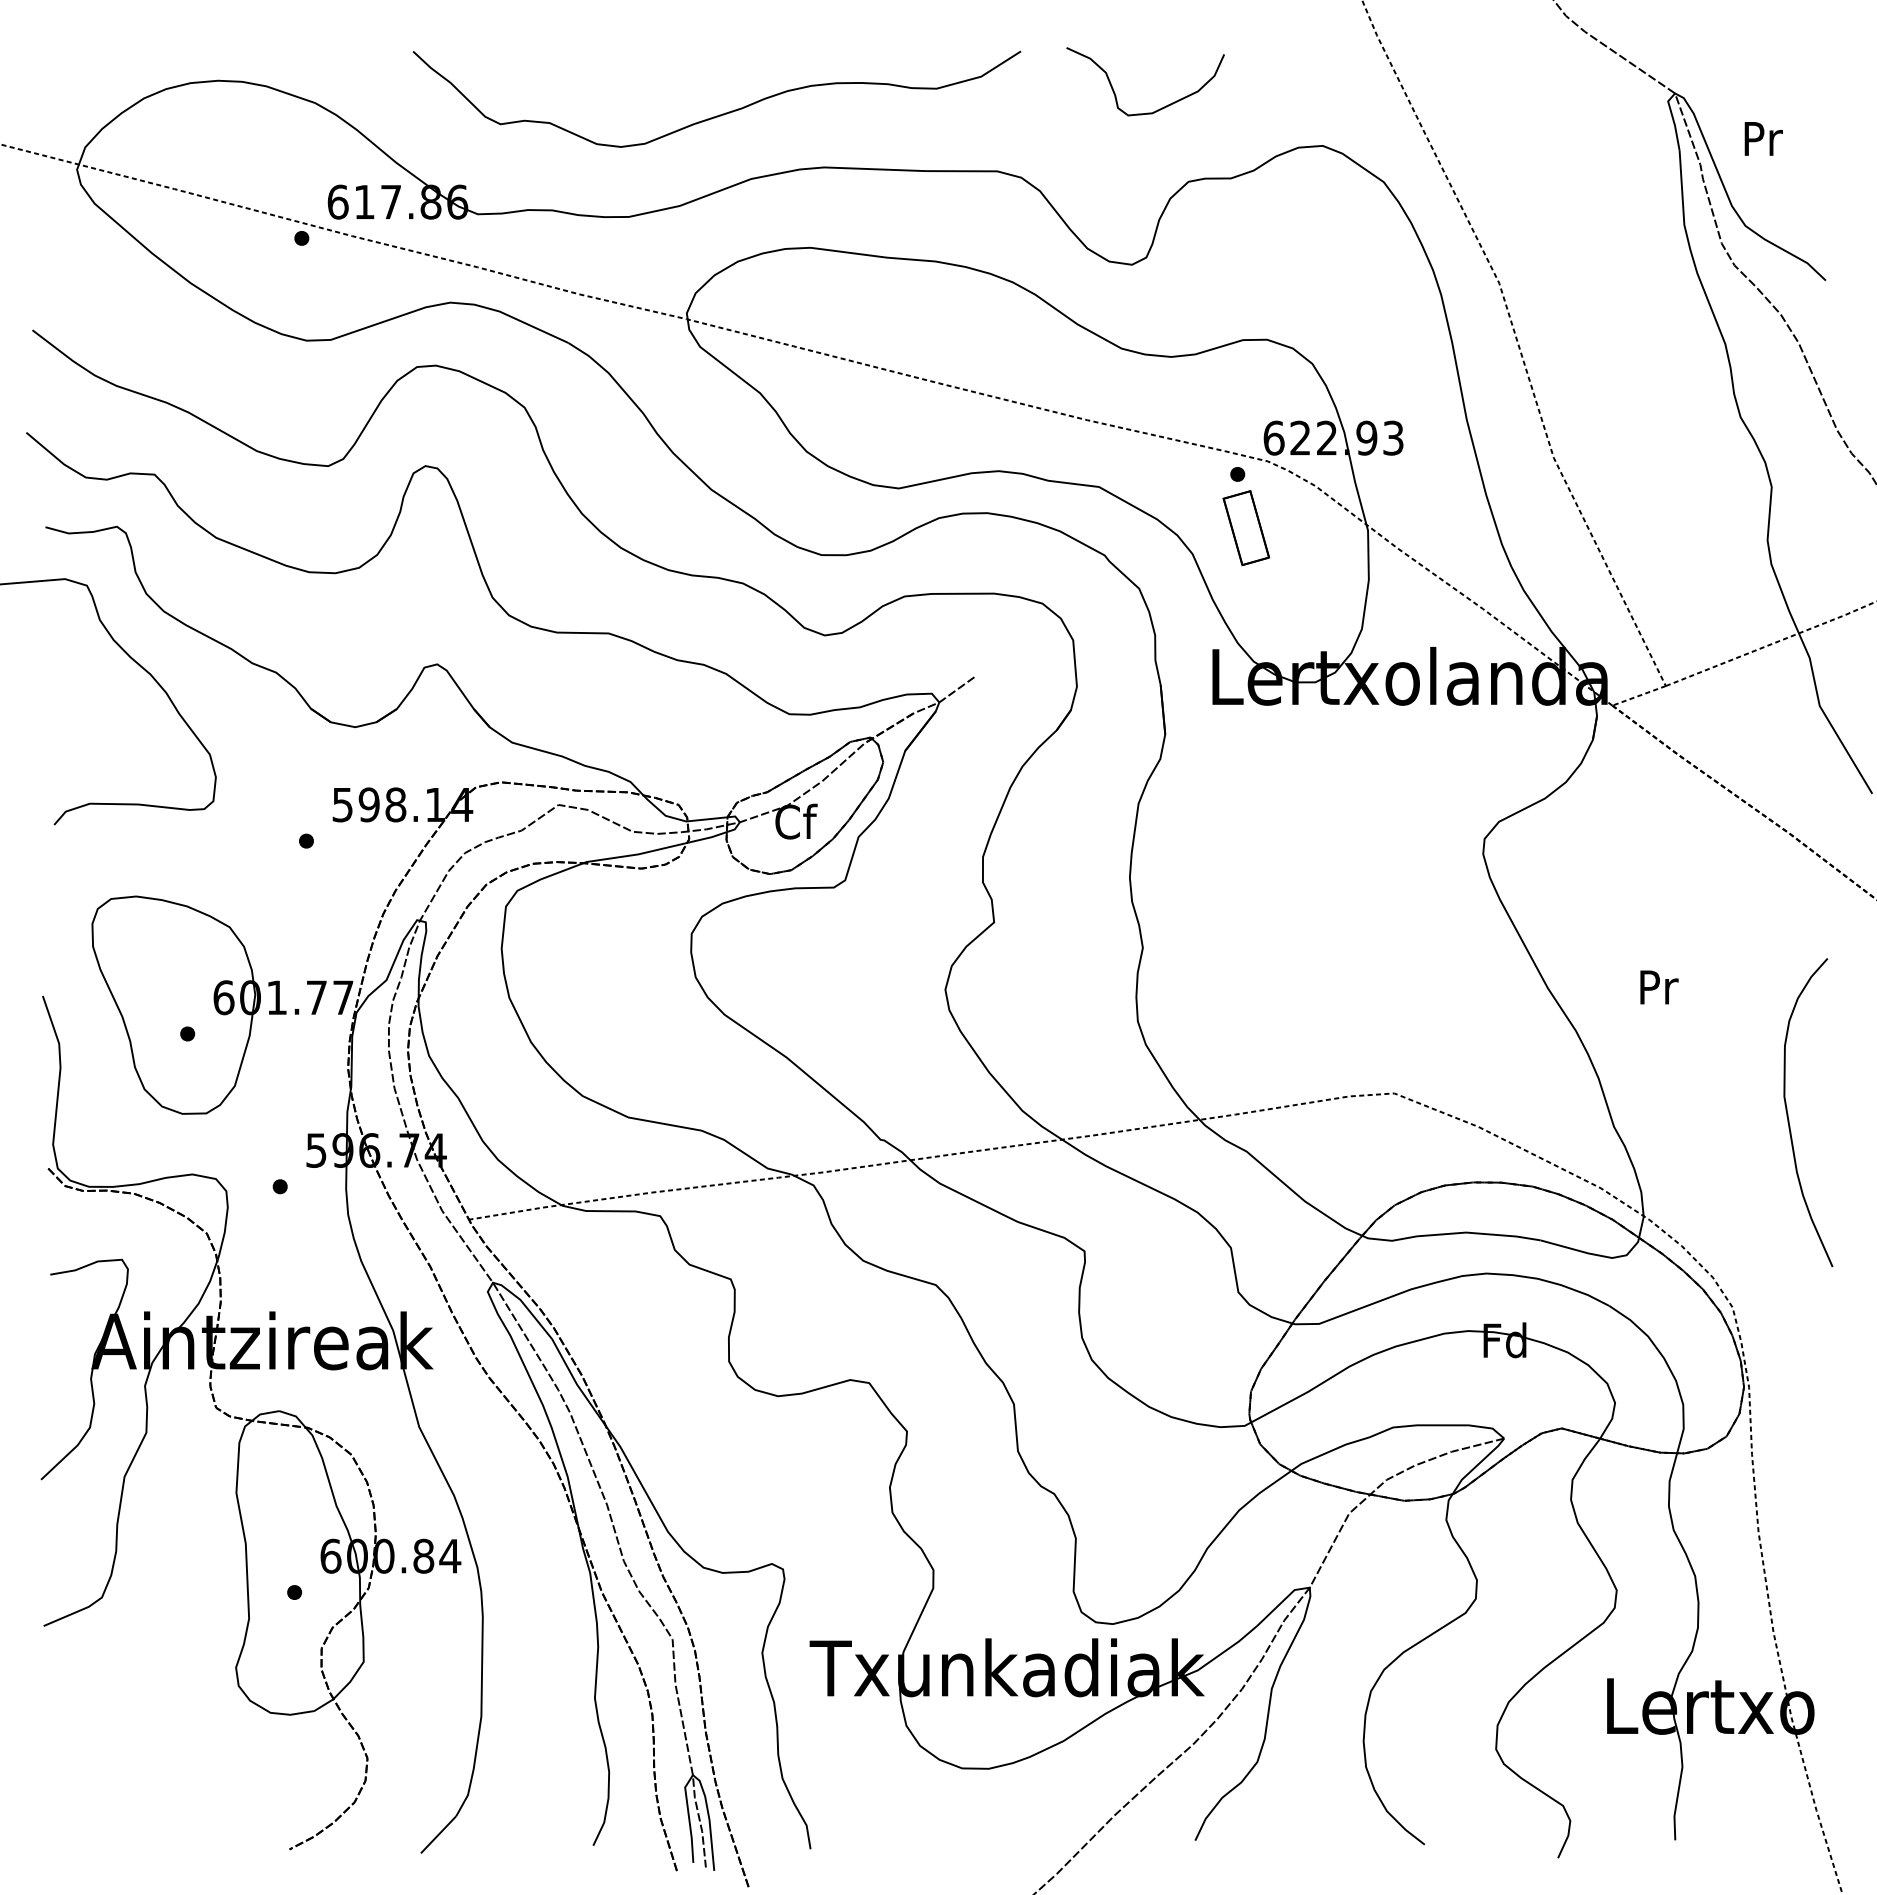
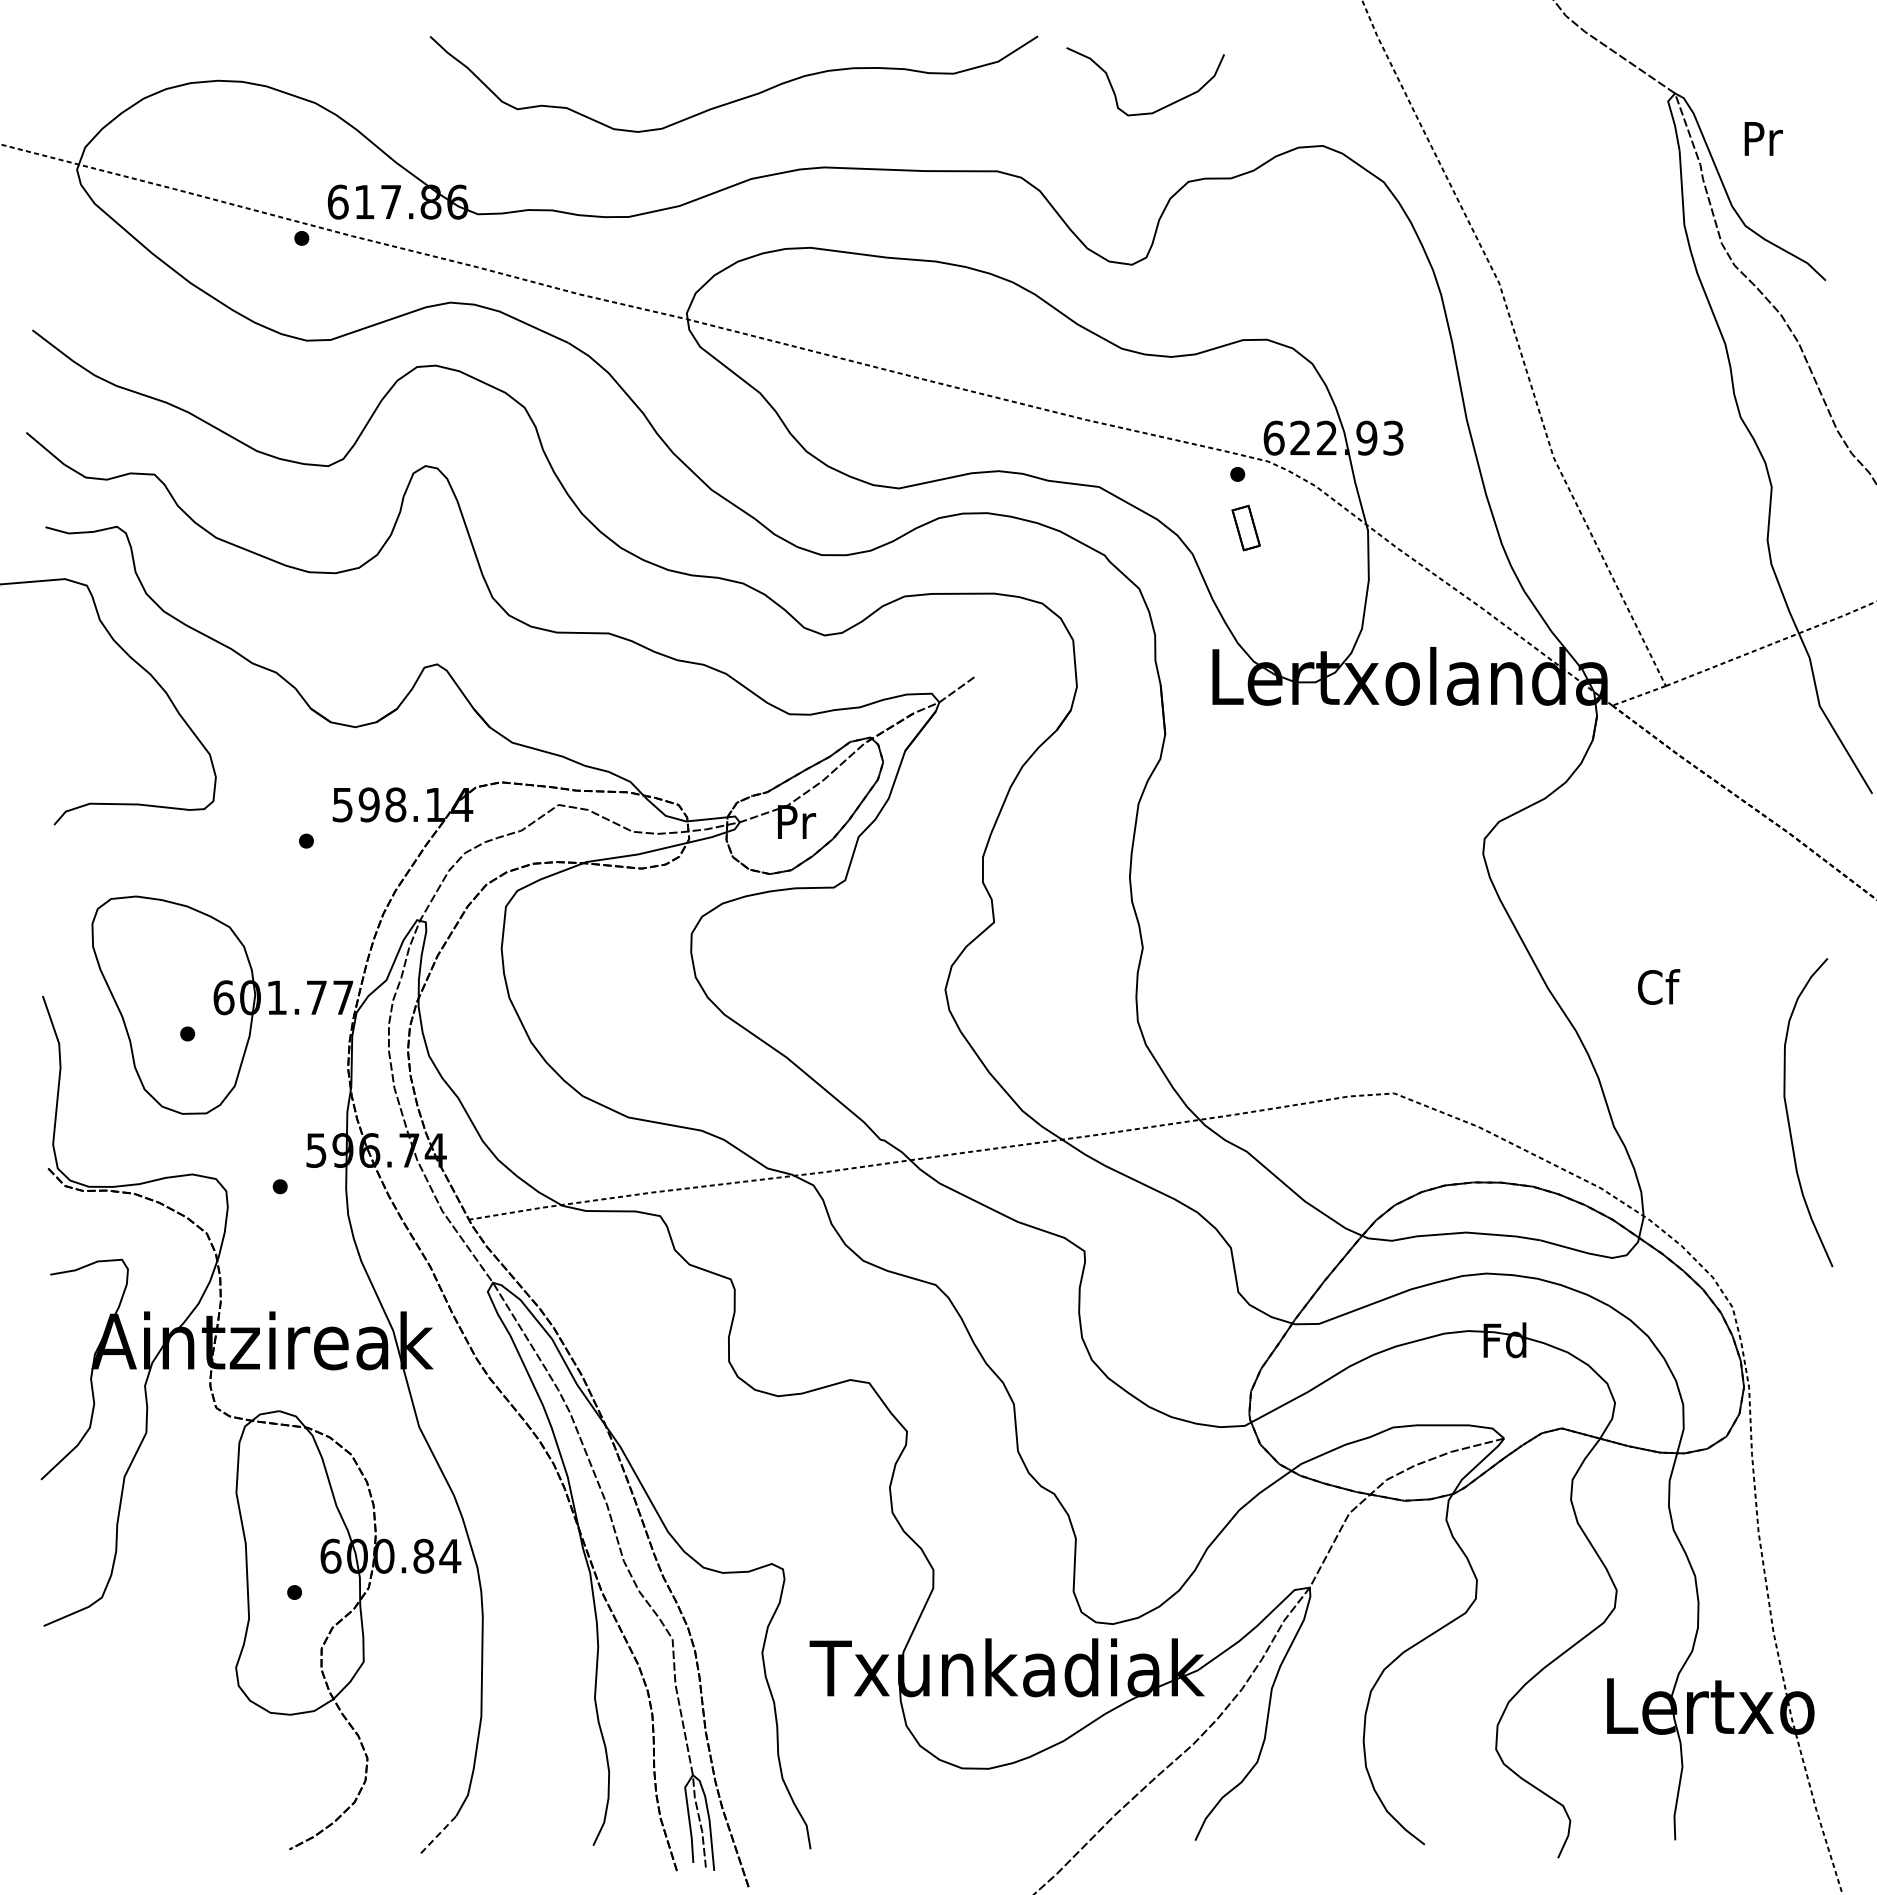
curve at (722, 113) position: (722, 113) -> (739, 98)
part at (1245, 527) size: 48x76 px -> 30x48 px
text at (796, 821): Cf -> Pr
text at (1659, 986): Pr -> Cf
line at (438, 1834): solid -> dashed
